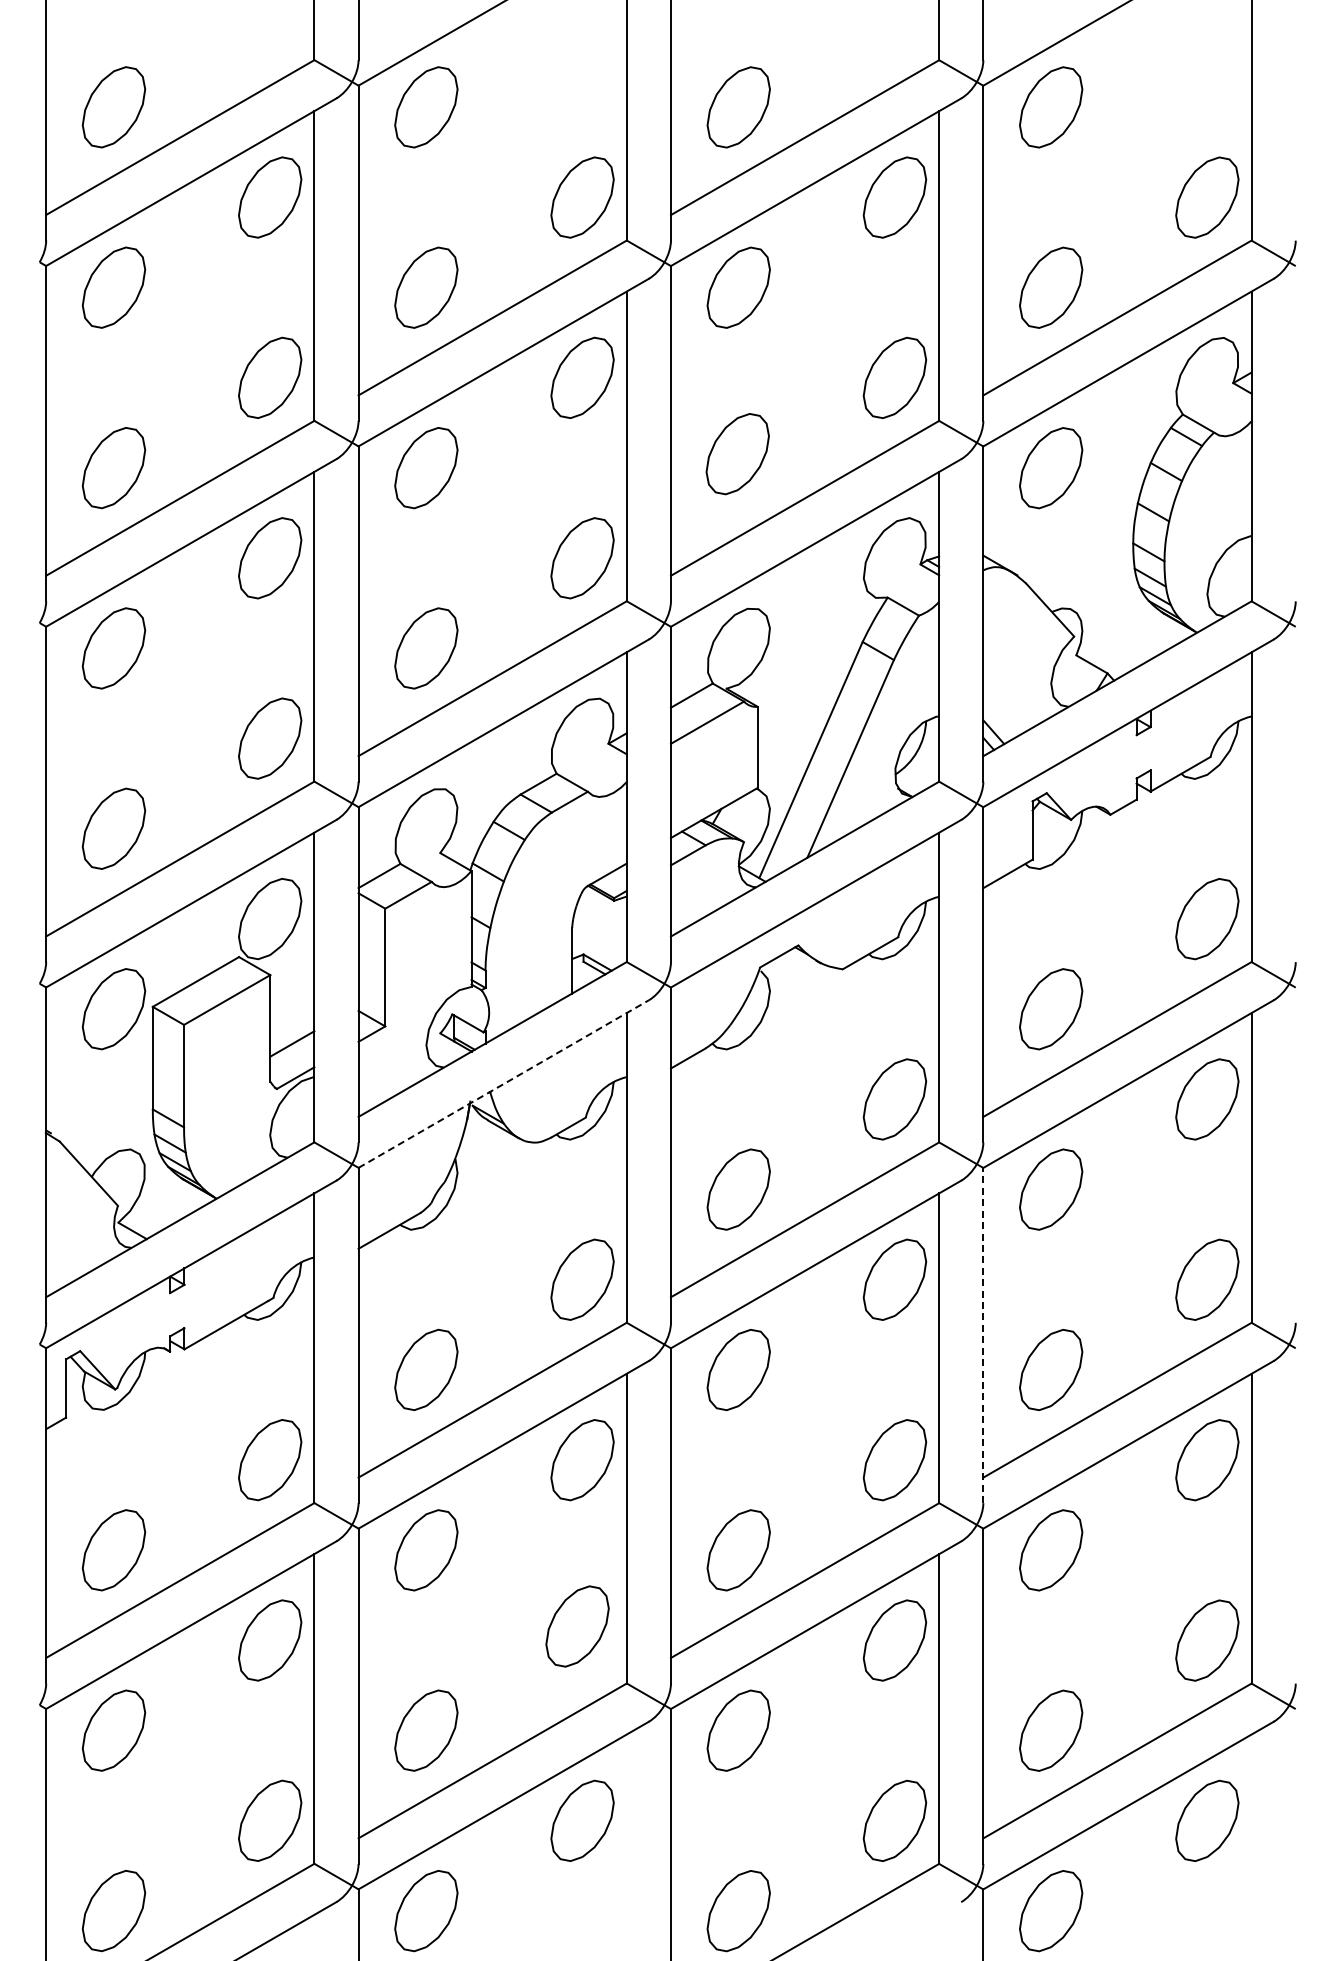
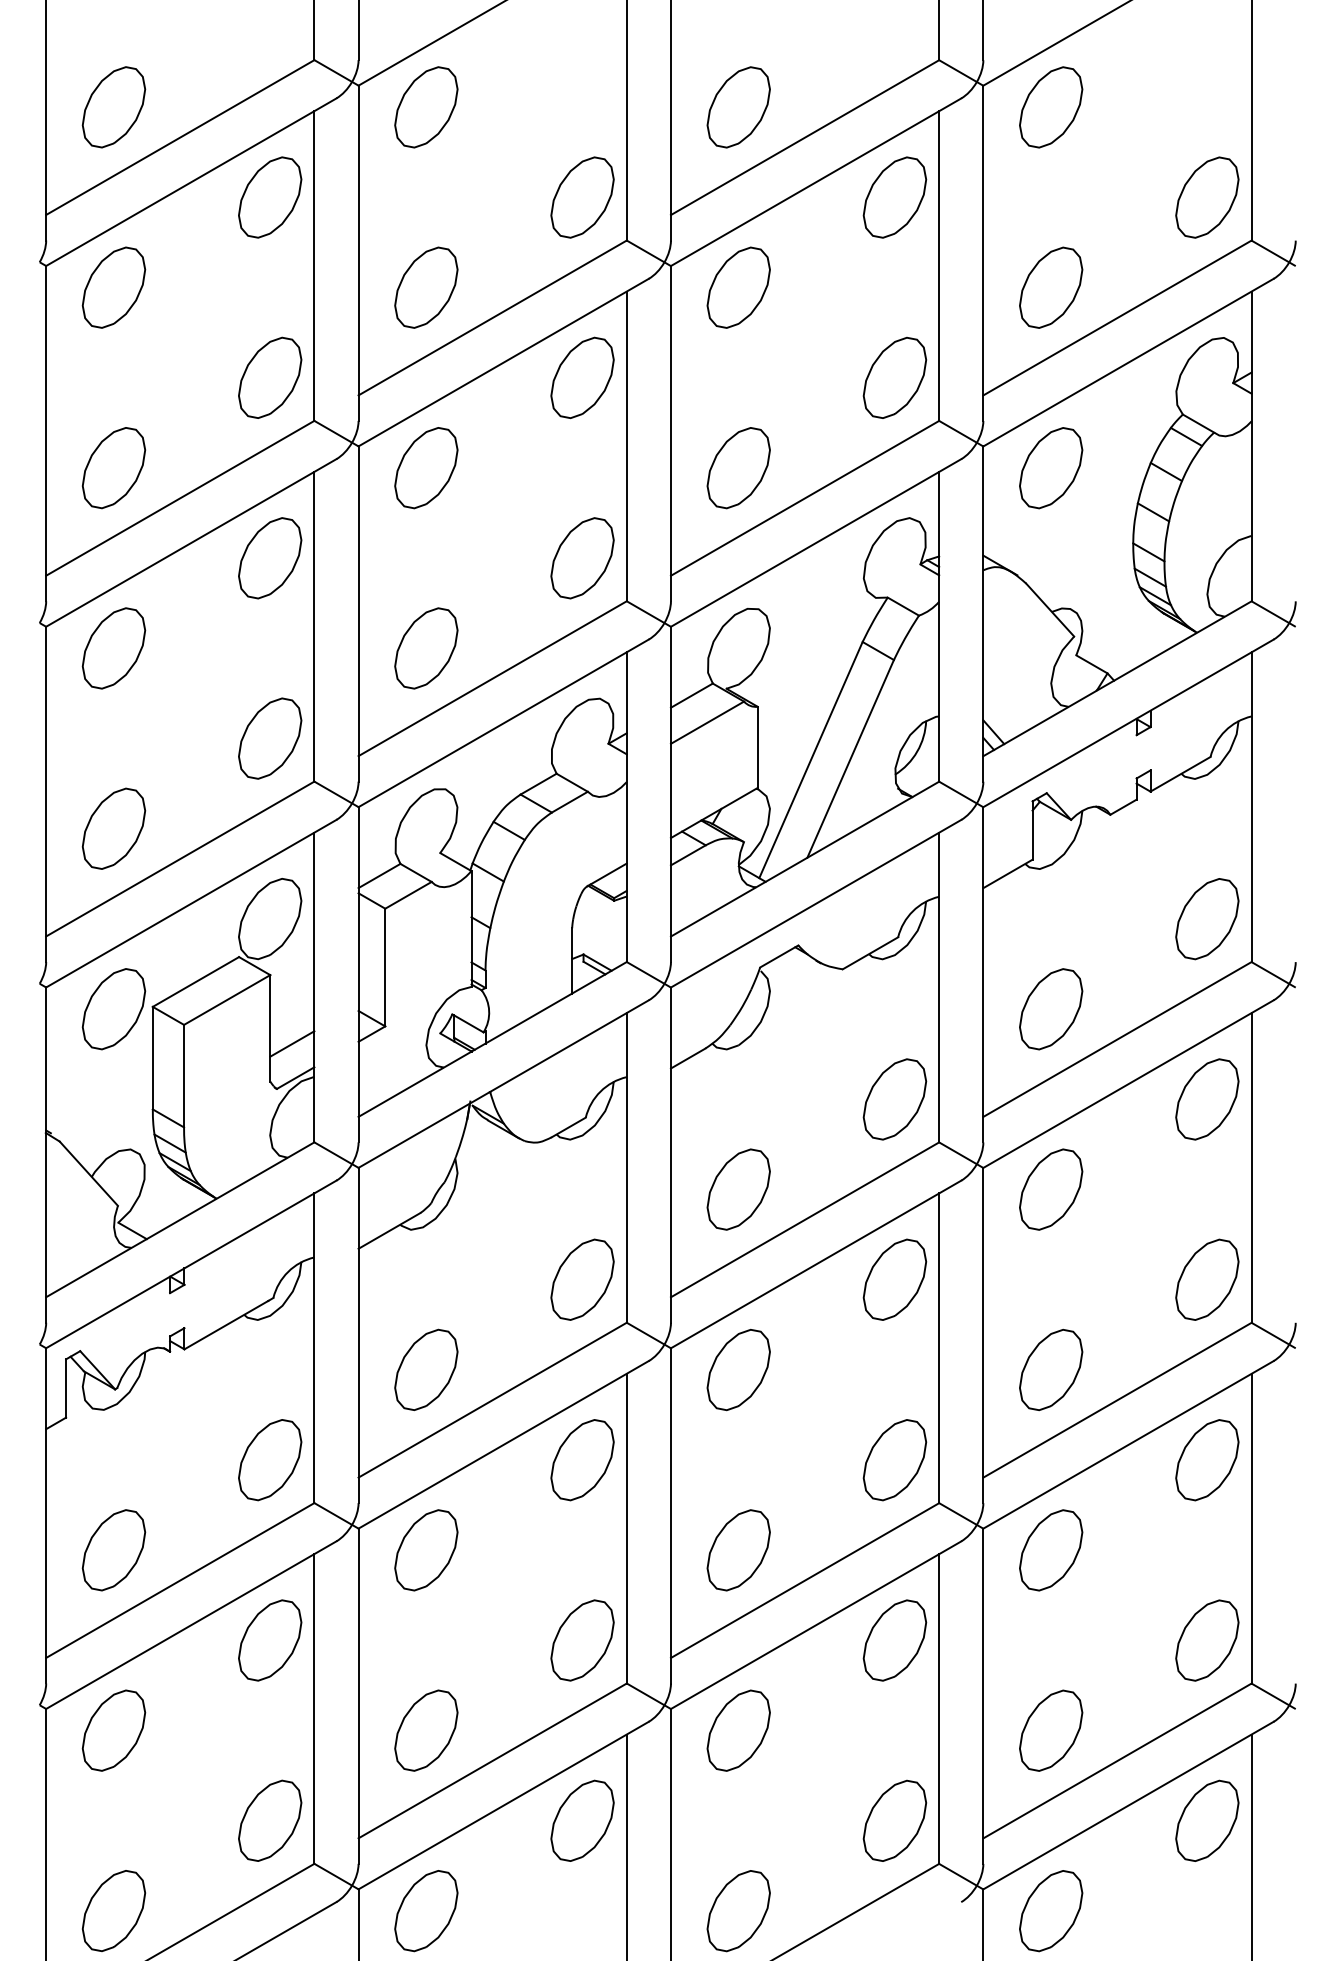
part at (737, 454) position: (737, 454) -> (738, 468)
line at (503, 1084): dashed -> solid
line at (983, 1335): dashed -> solid
part at (577, 1626) position: (577, 1626) -> (582, 1640)
line at (626, 1845): none -> present
line at (1251, 1845): none -> present
